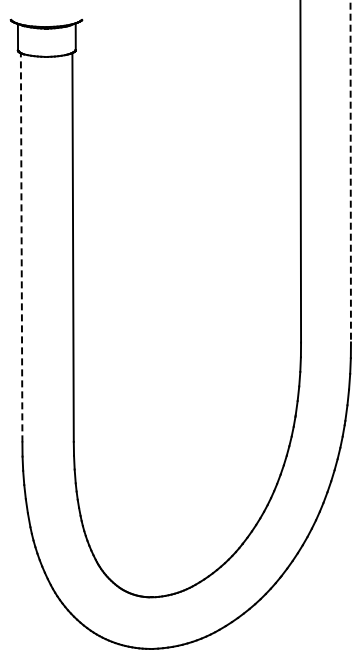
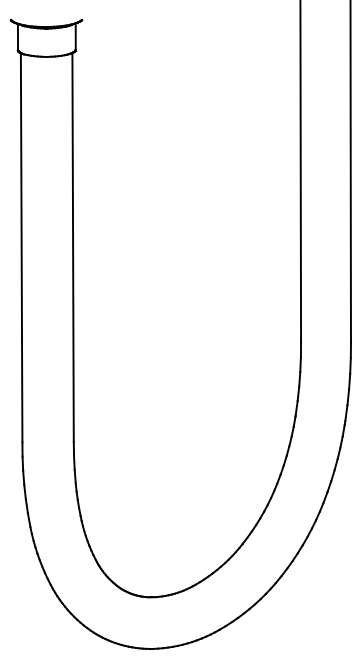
line at (350, 171): dashed -> solid
line at (21, 247): dashed -> solid
